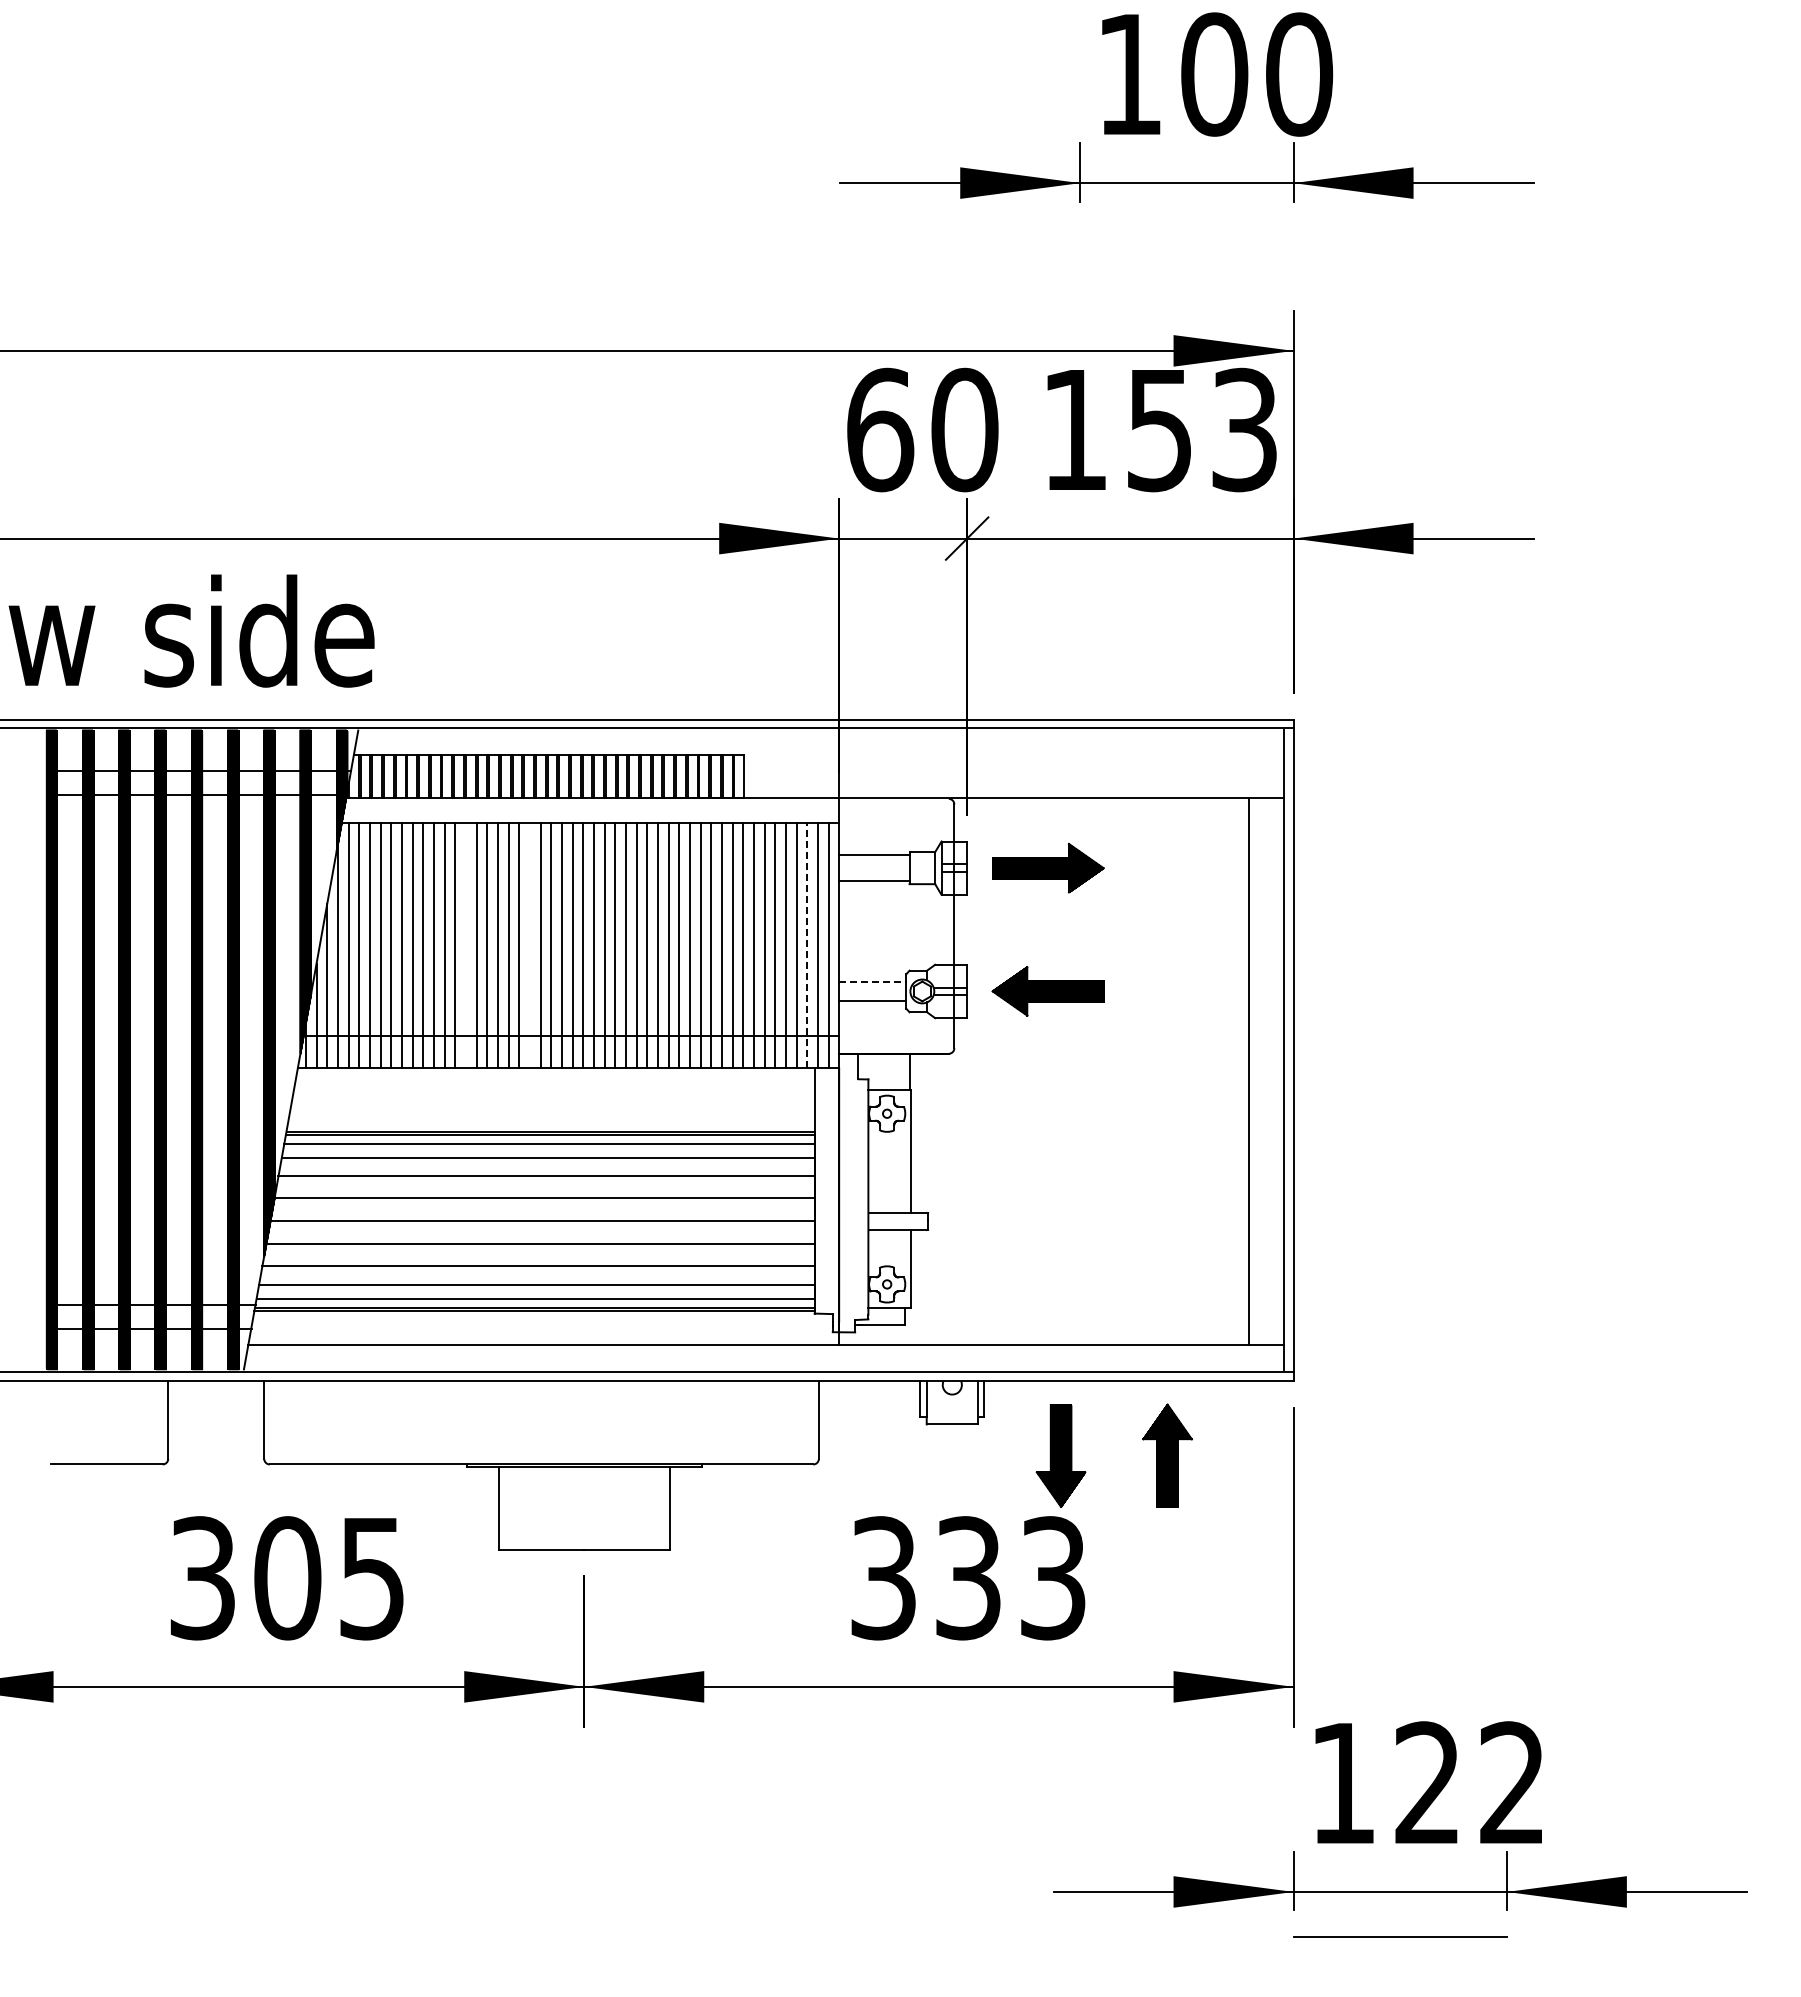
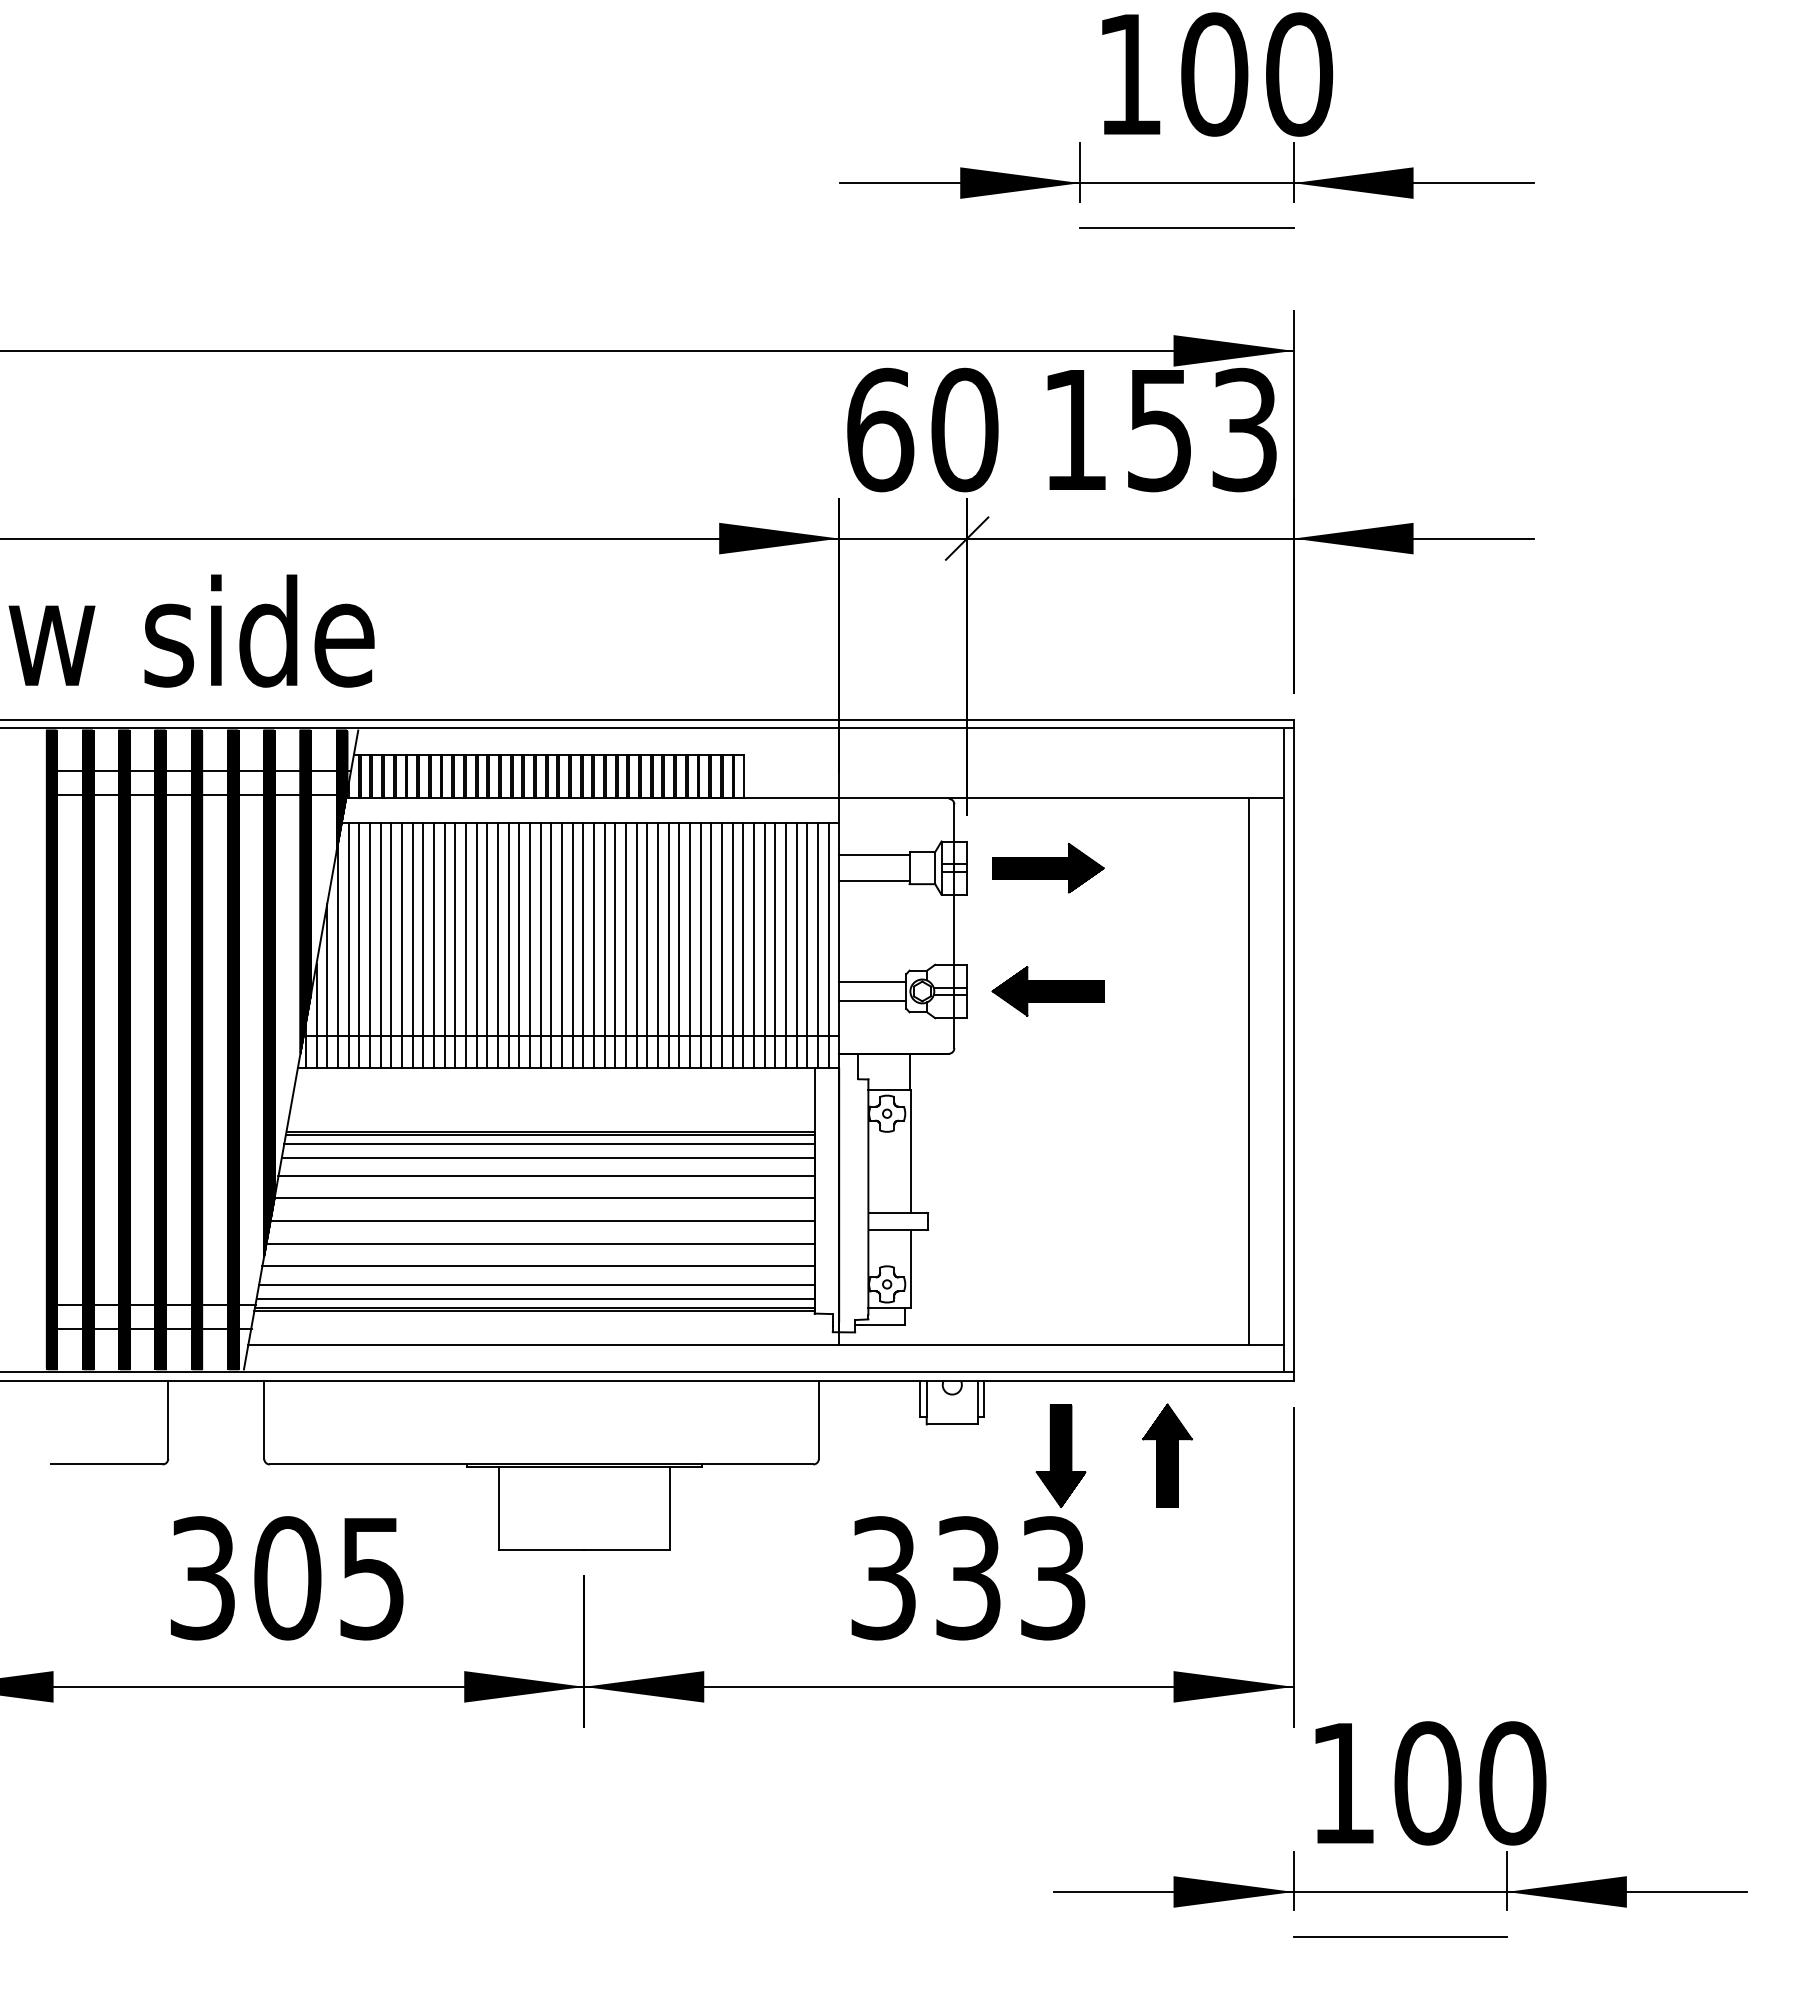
line at (1186, 227): none -> present
line at (465, 945): none -> present
line at (529, 945): none -> present
line at (807, 945): dashed -> solid
line at (873, 981): dashed -> solid
text at (1470, 1783): 122 -> 100
